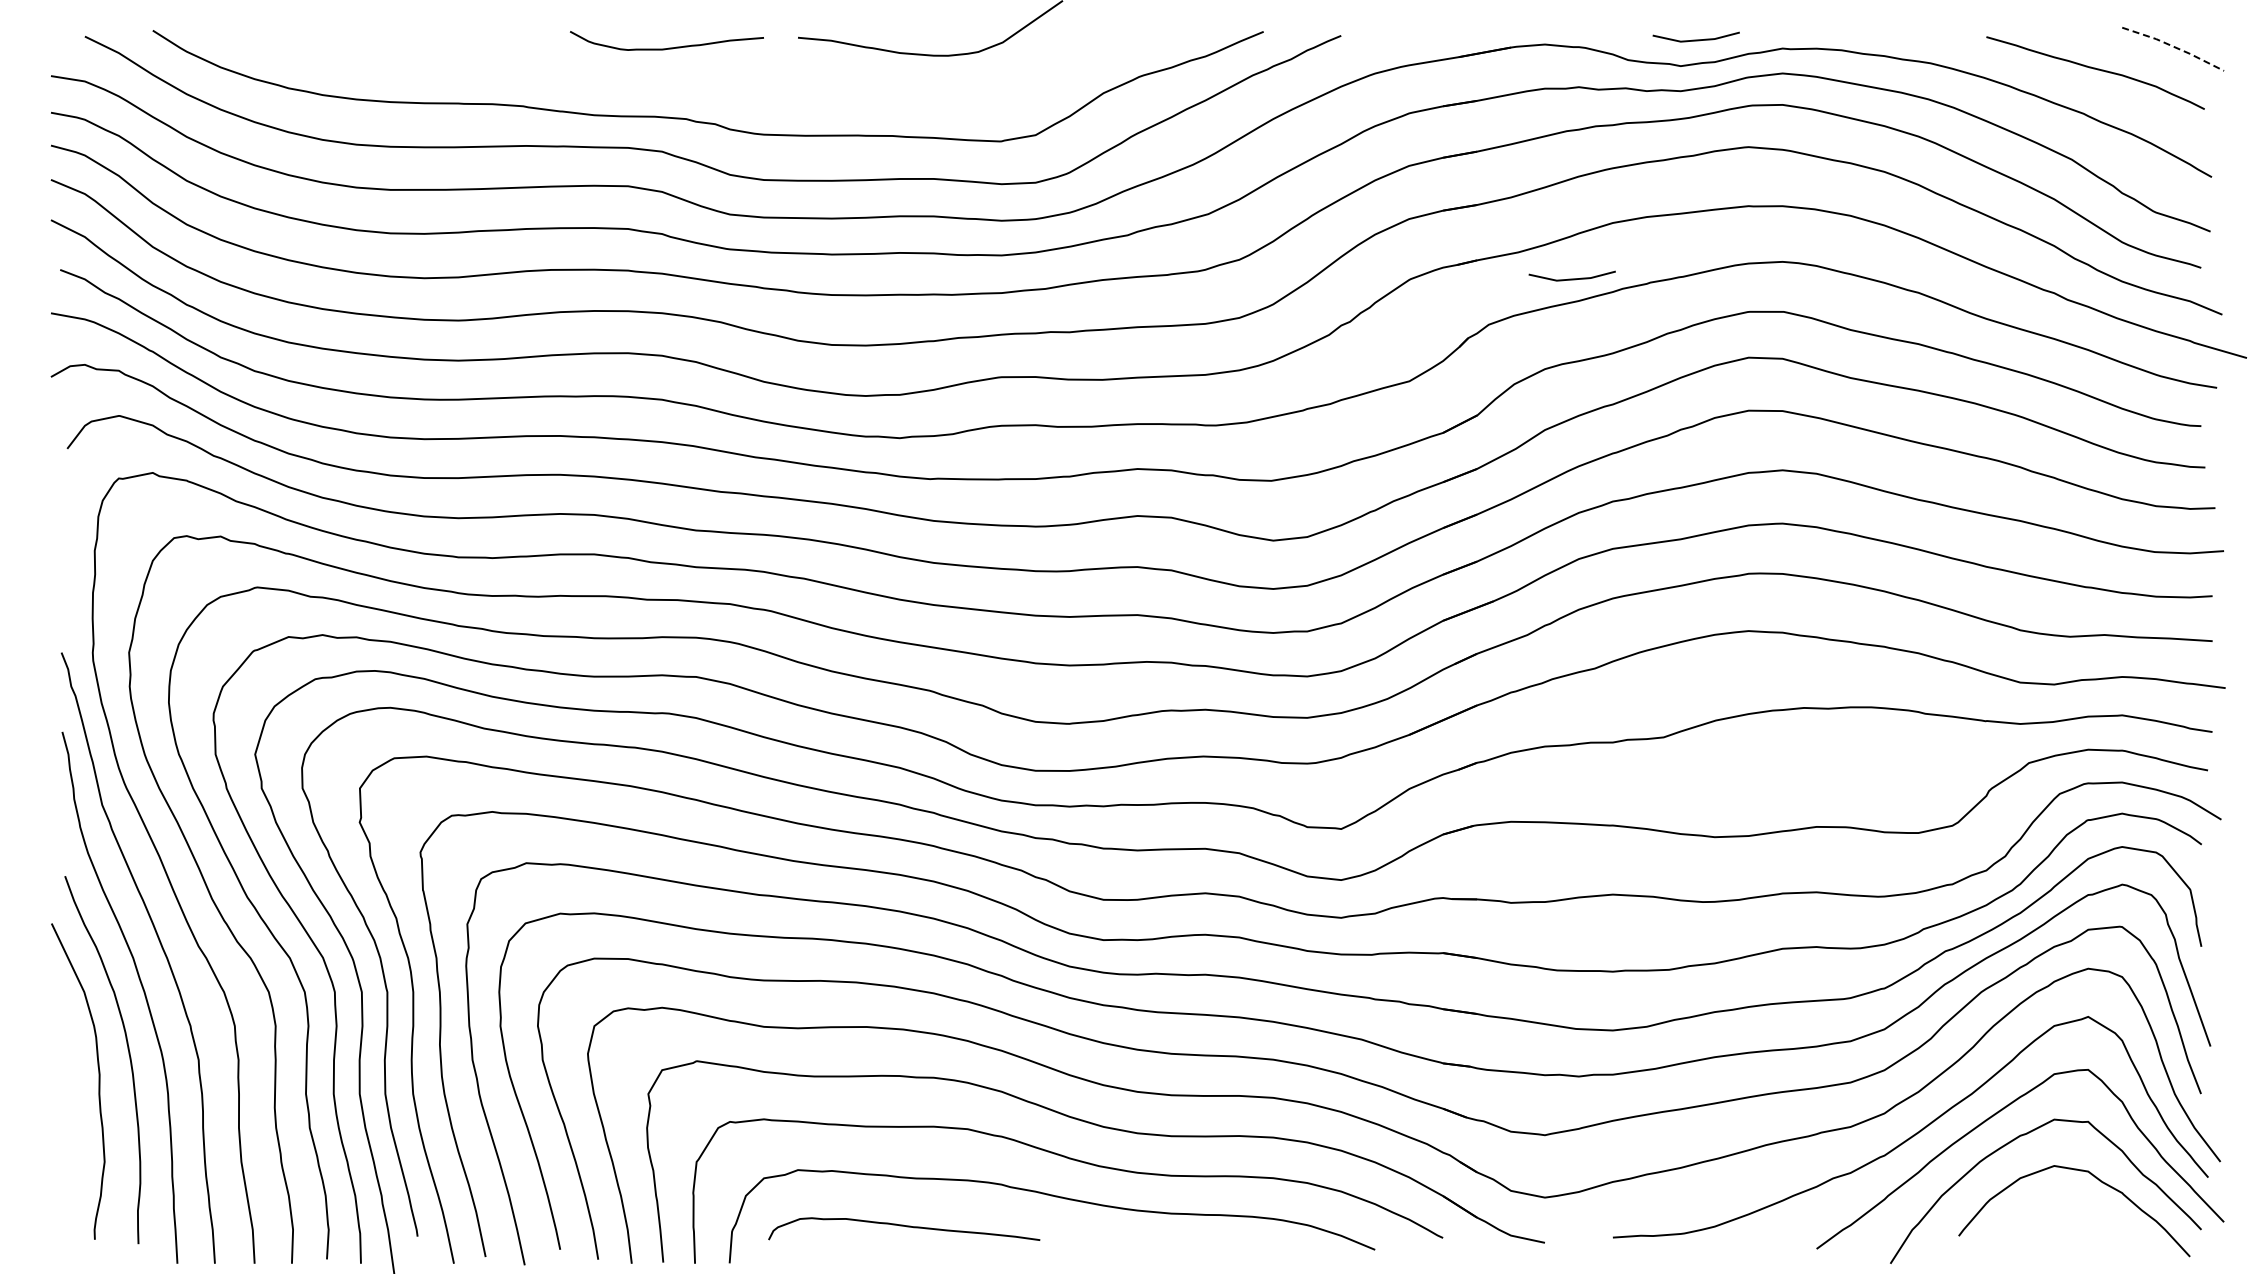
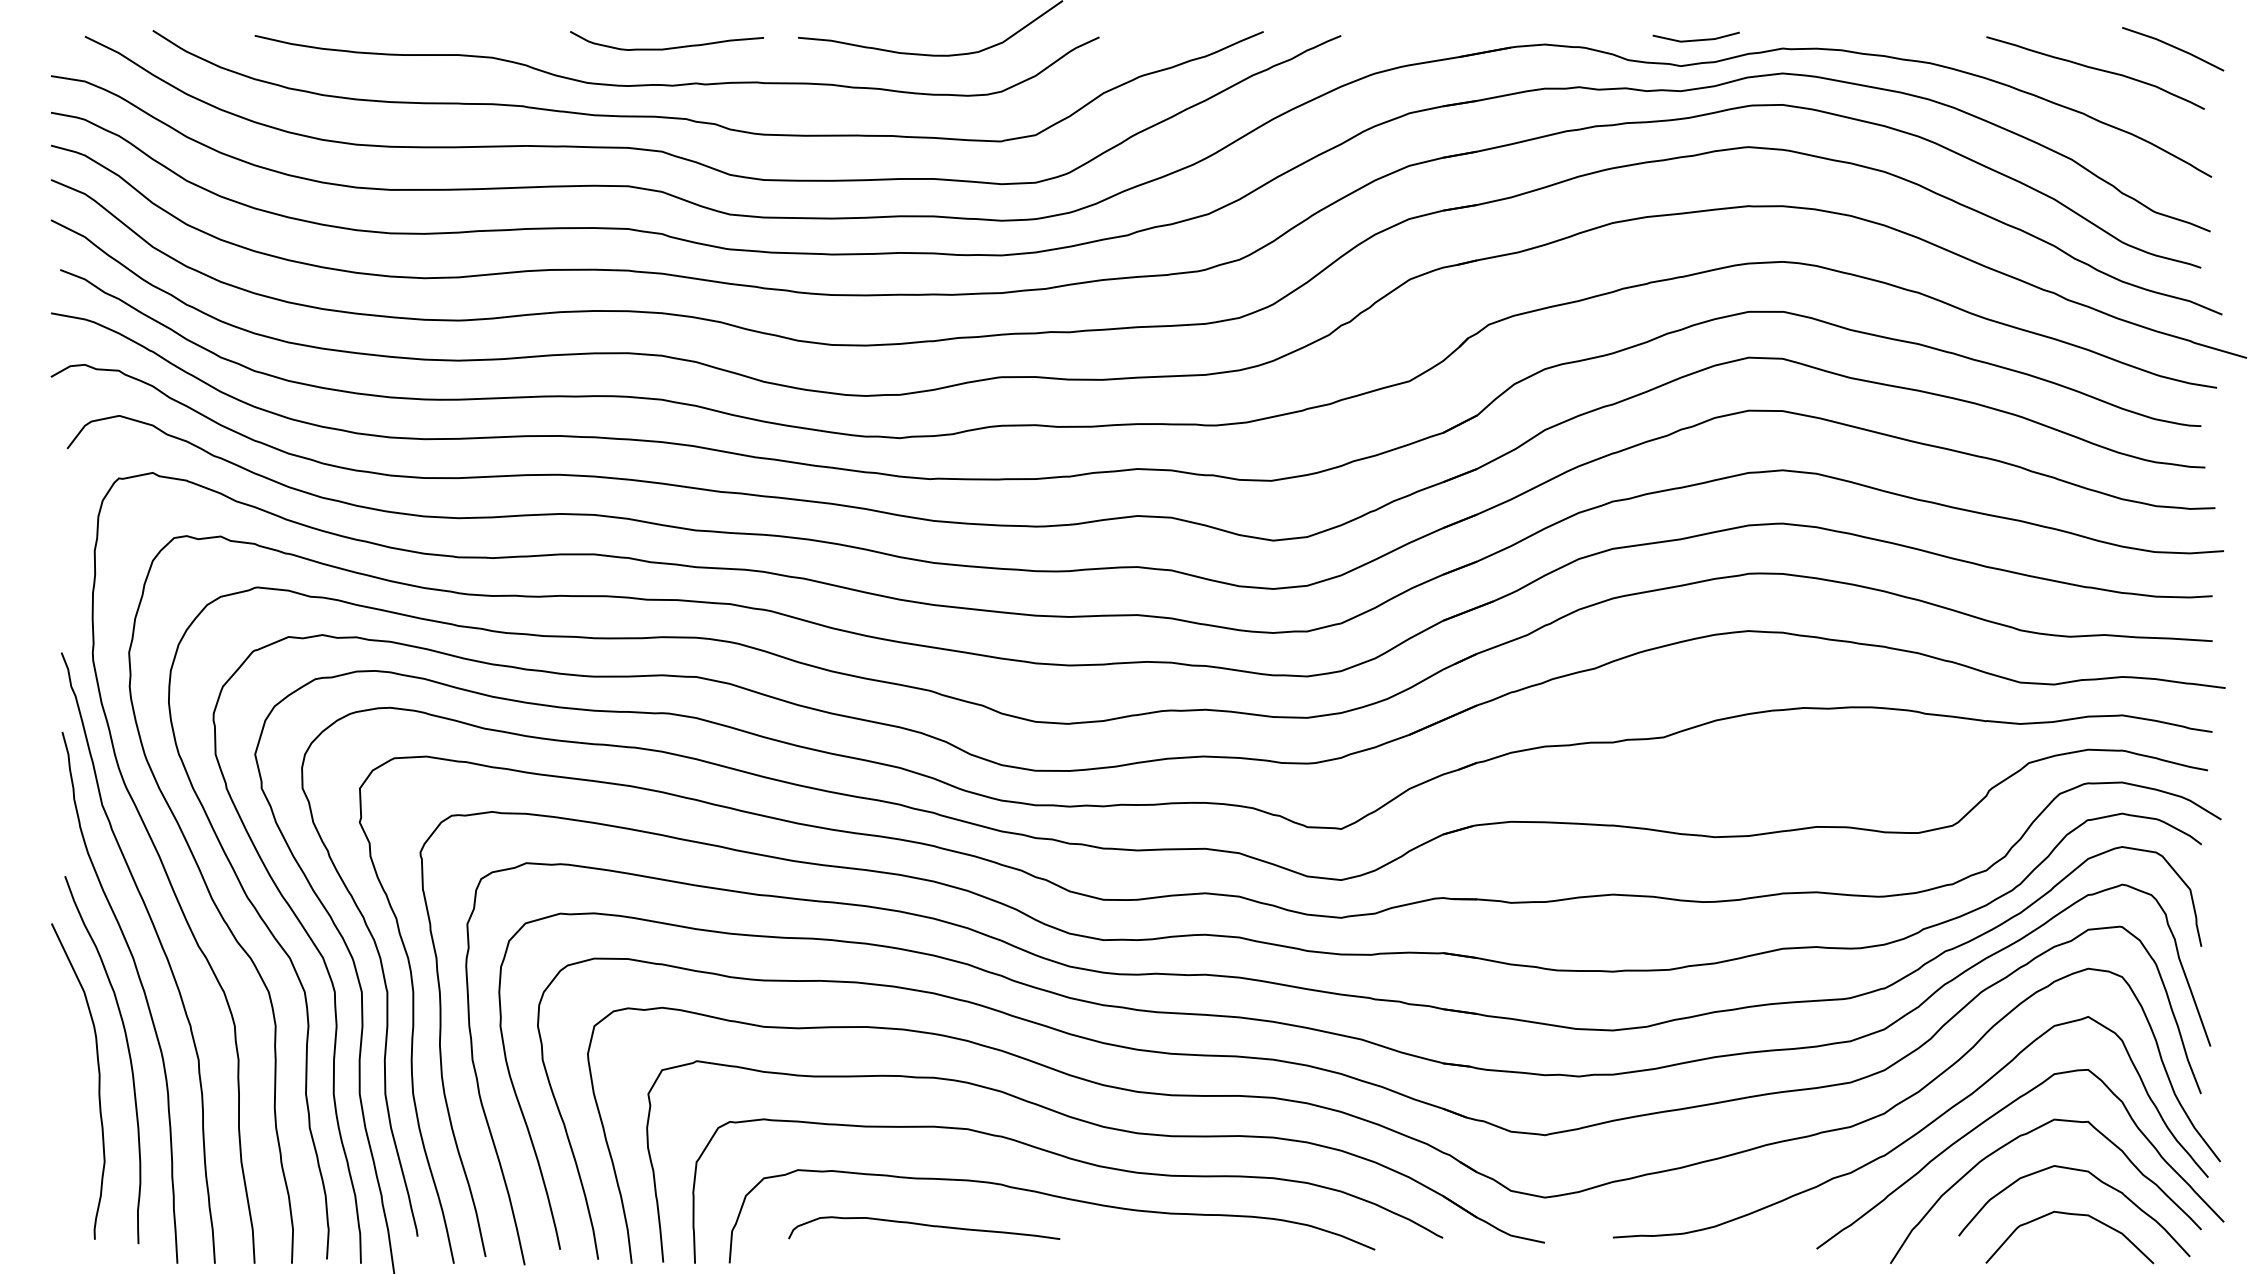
line at (2174, 46): dashed -> solid
curve at (682, 83): none -> present
line at (1571, 278): present -> none
curve at (2073, 1215): none -> present
curve at (904, 1226) position: (904, 1226) -> (924, 1225)
